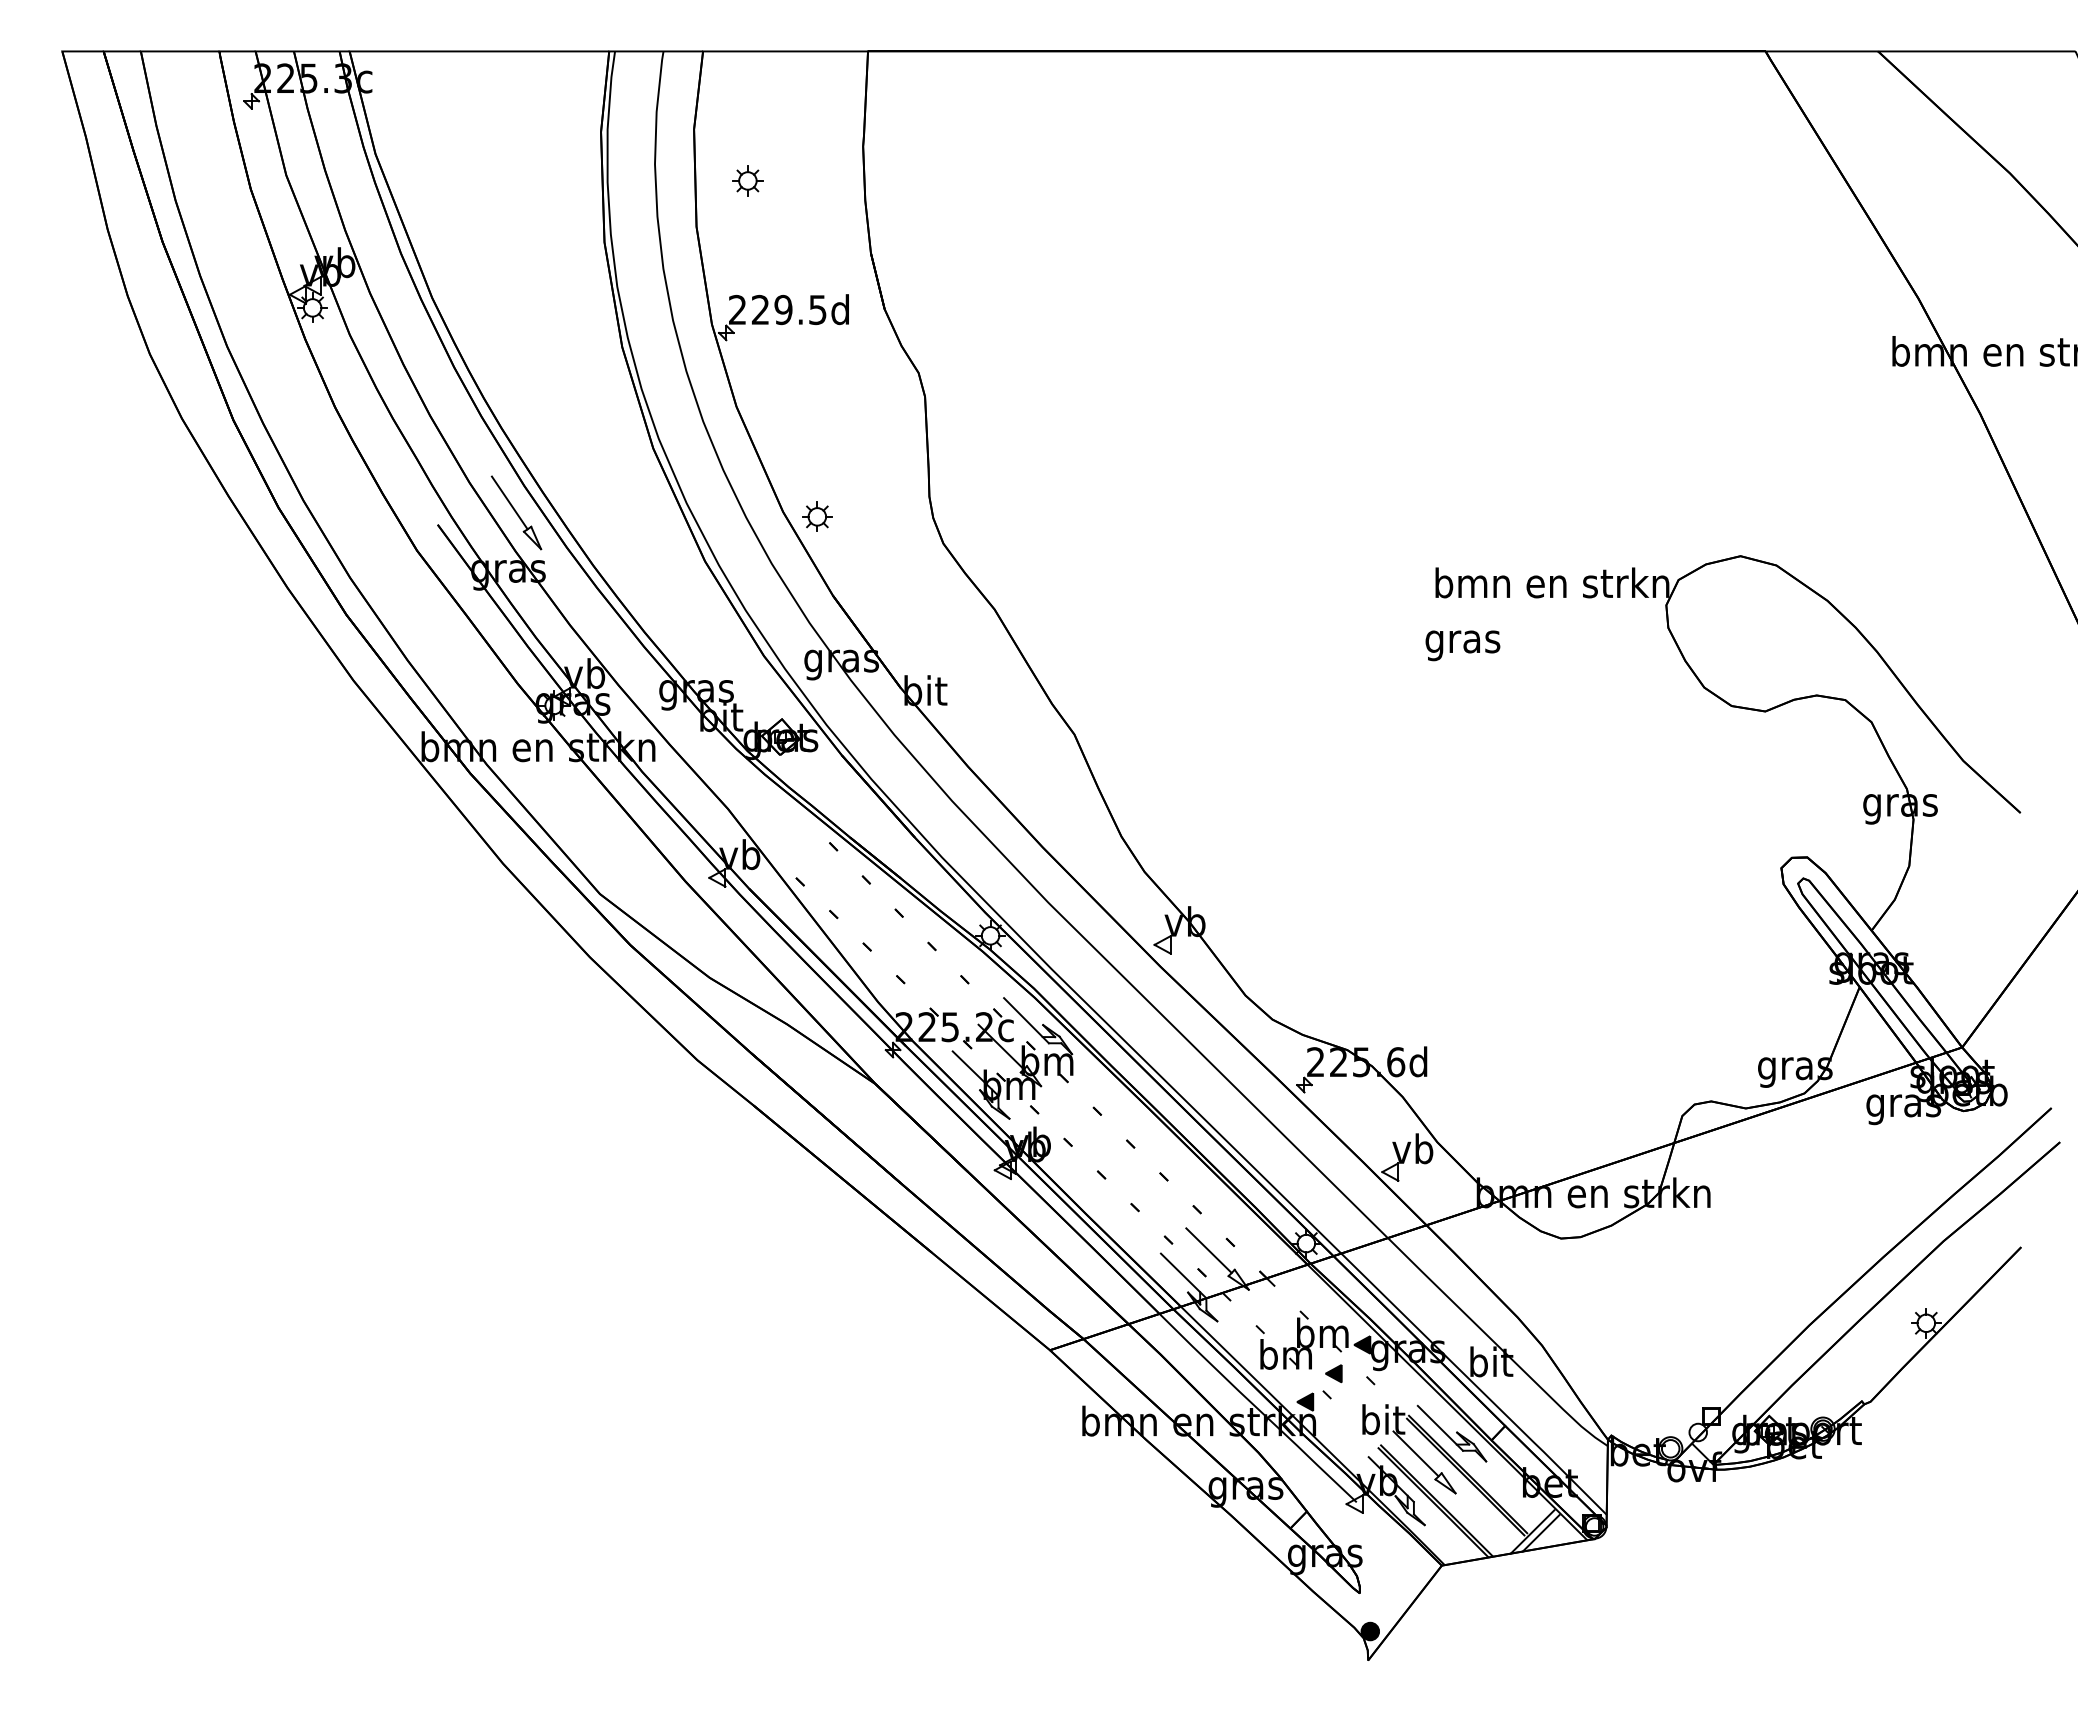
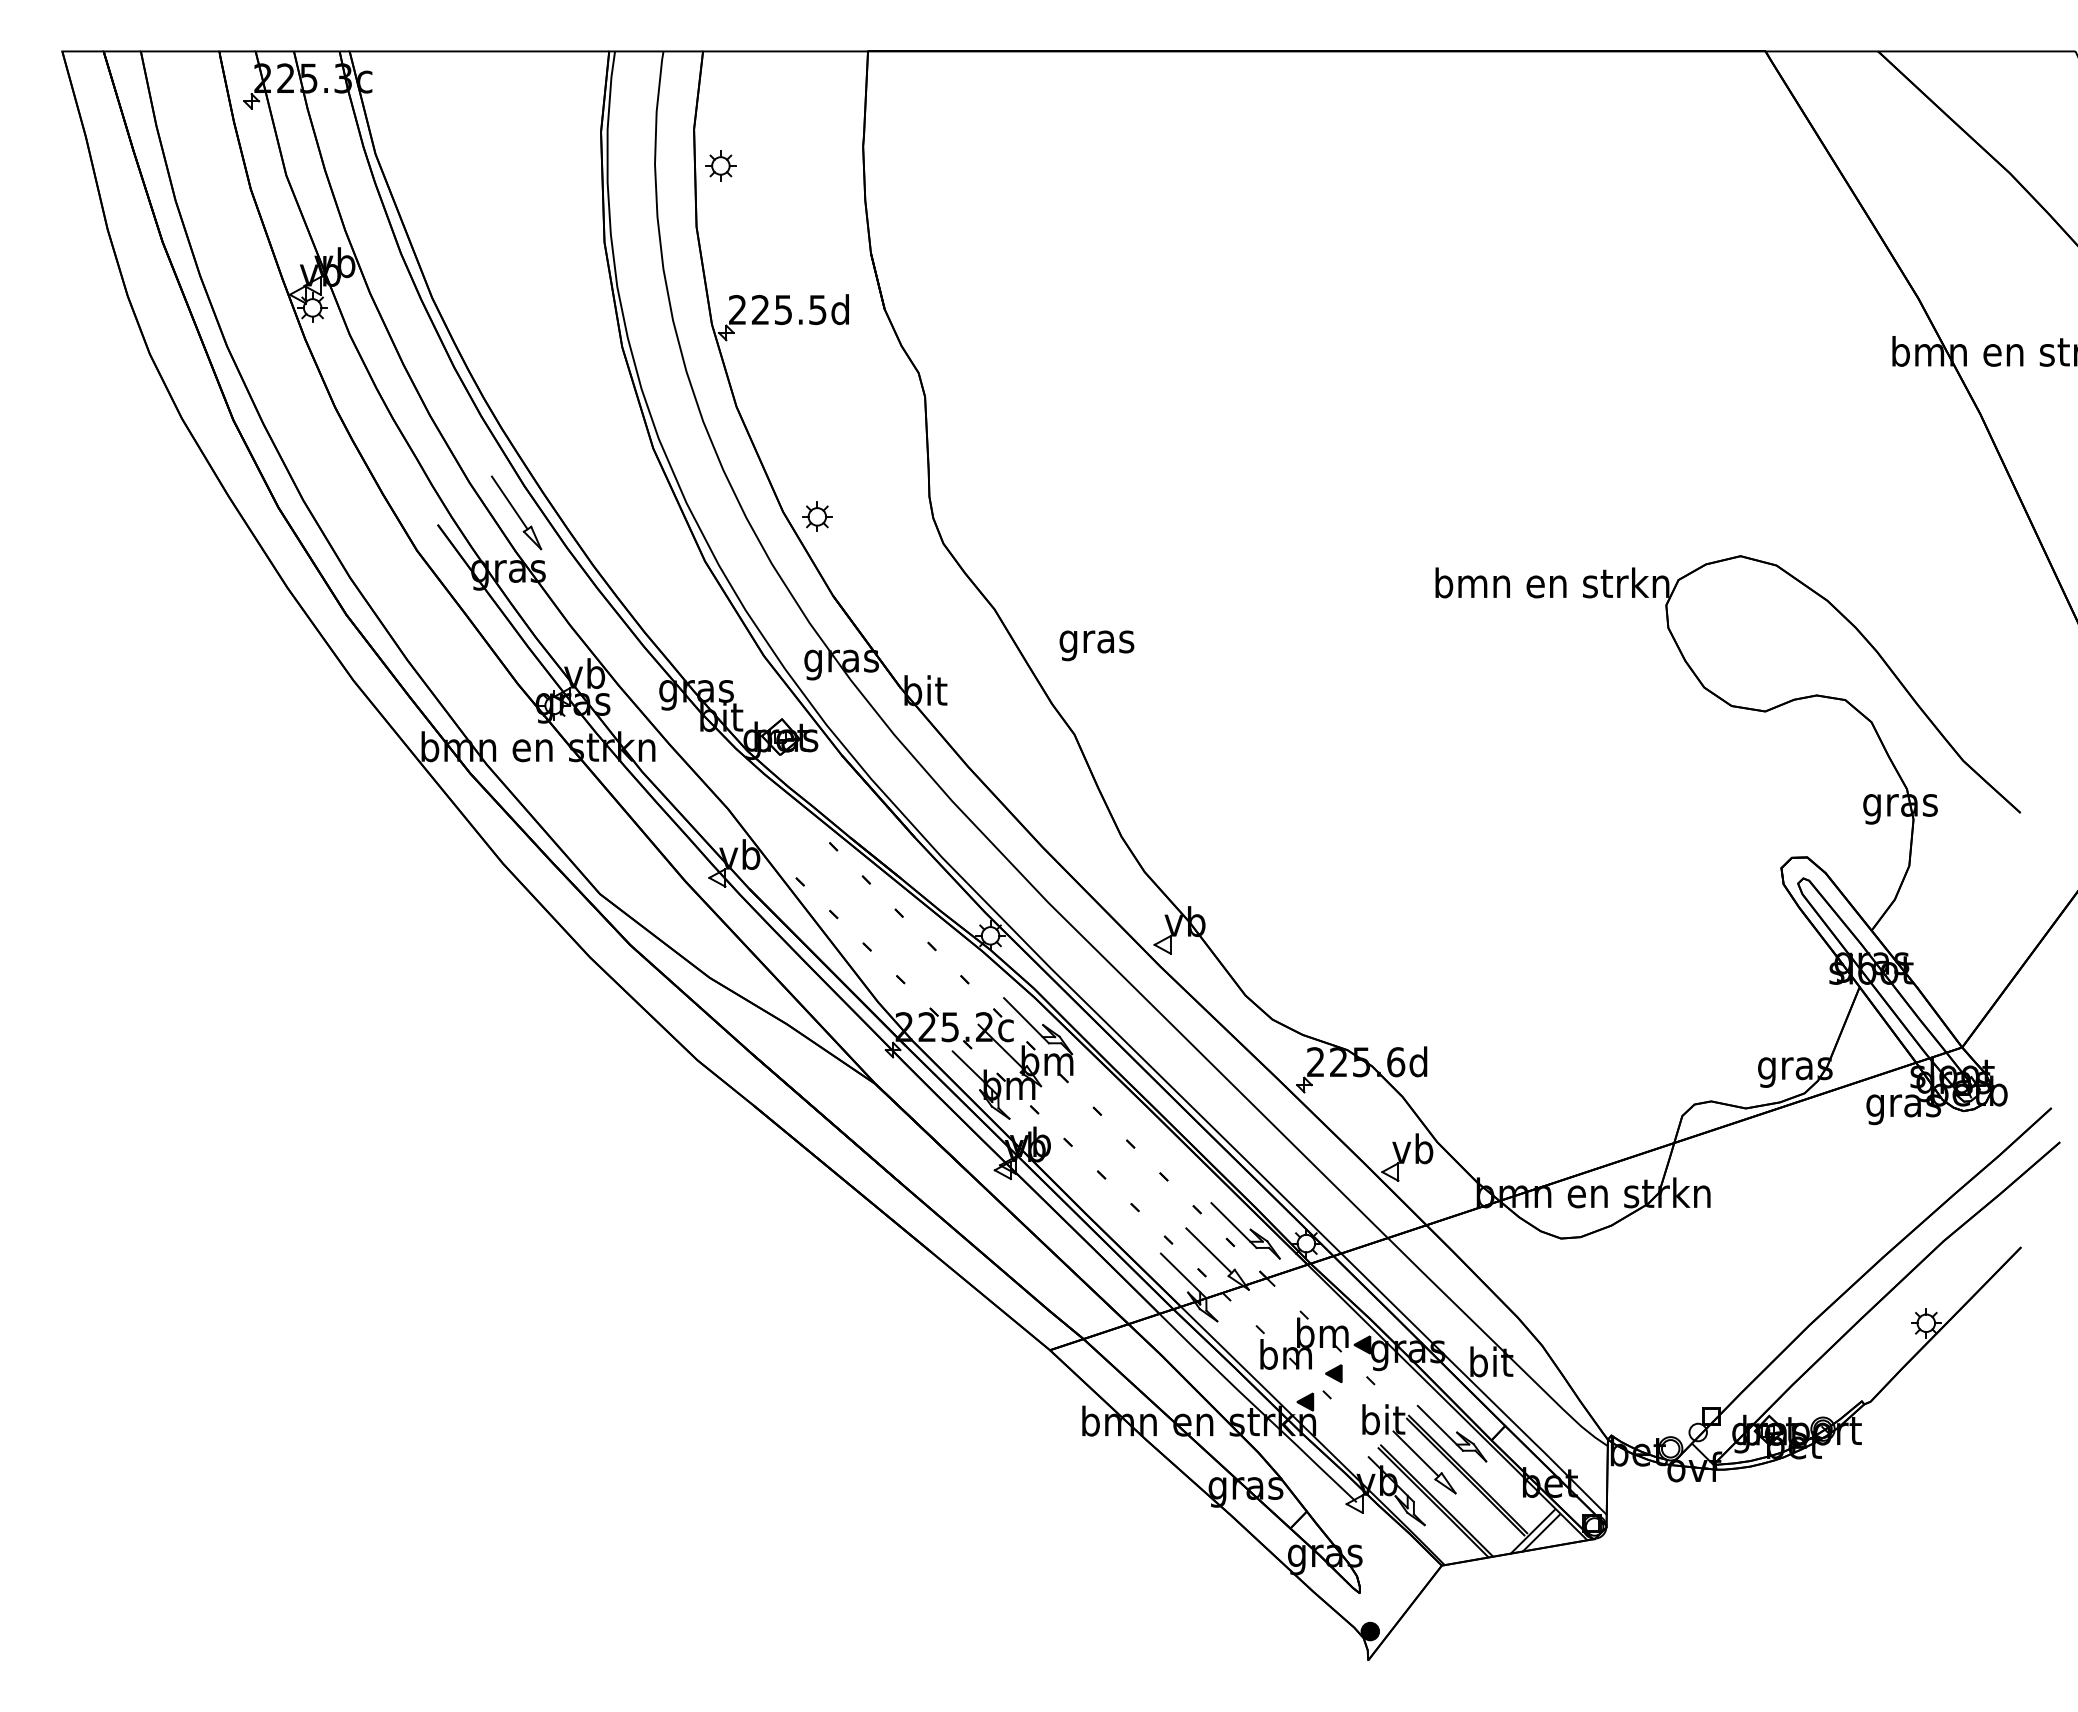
part at (747, 180) position: (747, 180) -> (720, 165)
text at (783, 309): 229.5d -> 225.5d
text at (1462, 645) position: (1462, 645) -> (1096, 645)
part at (1245, 1230): none -> present
